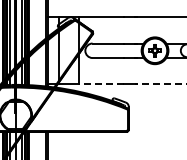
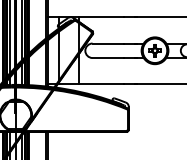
line at (100, 84): dashed -> solid
line at (160, 84): dashed -> solid
